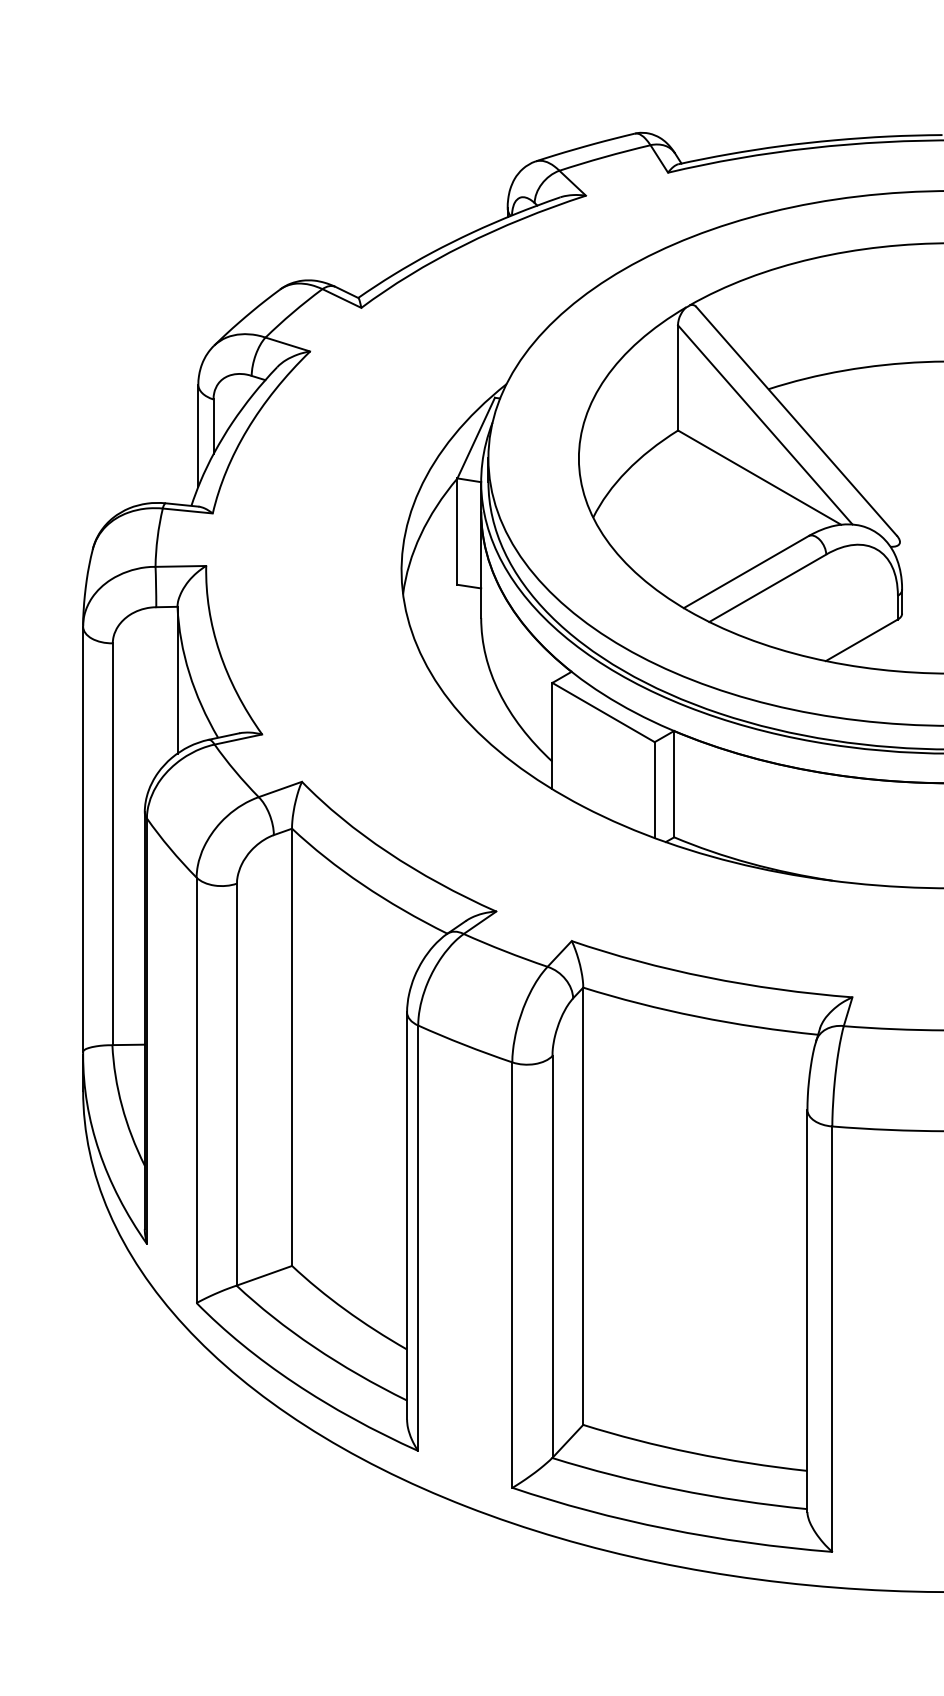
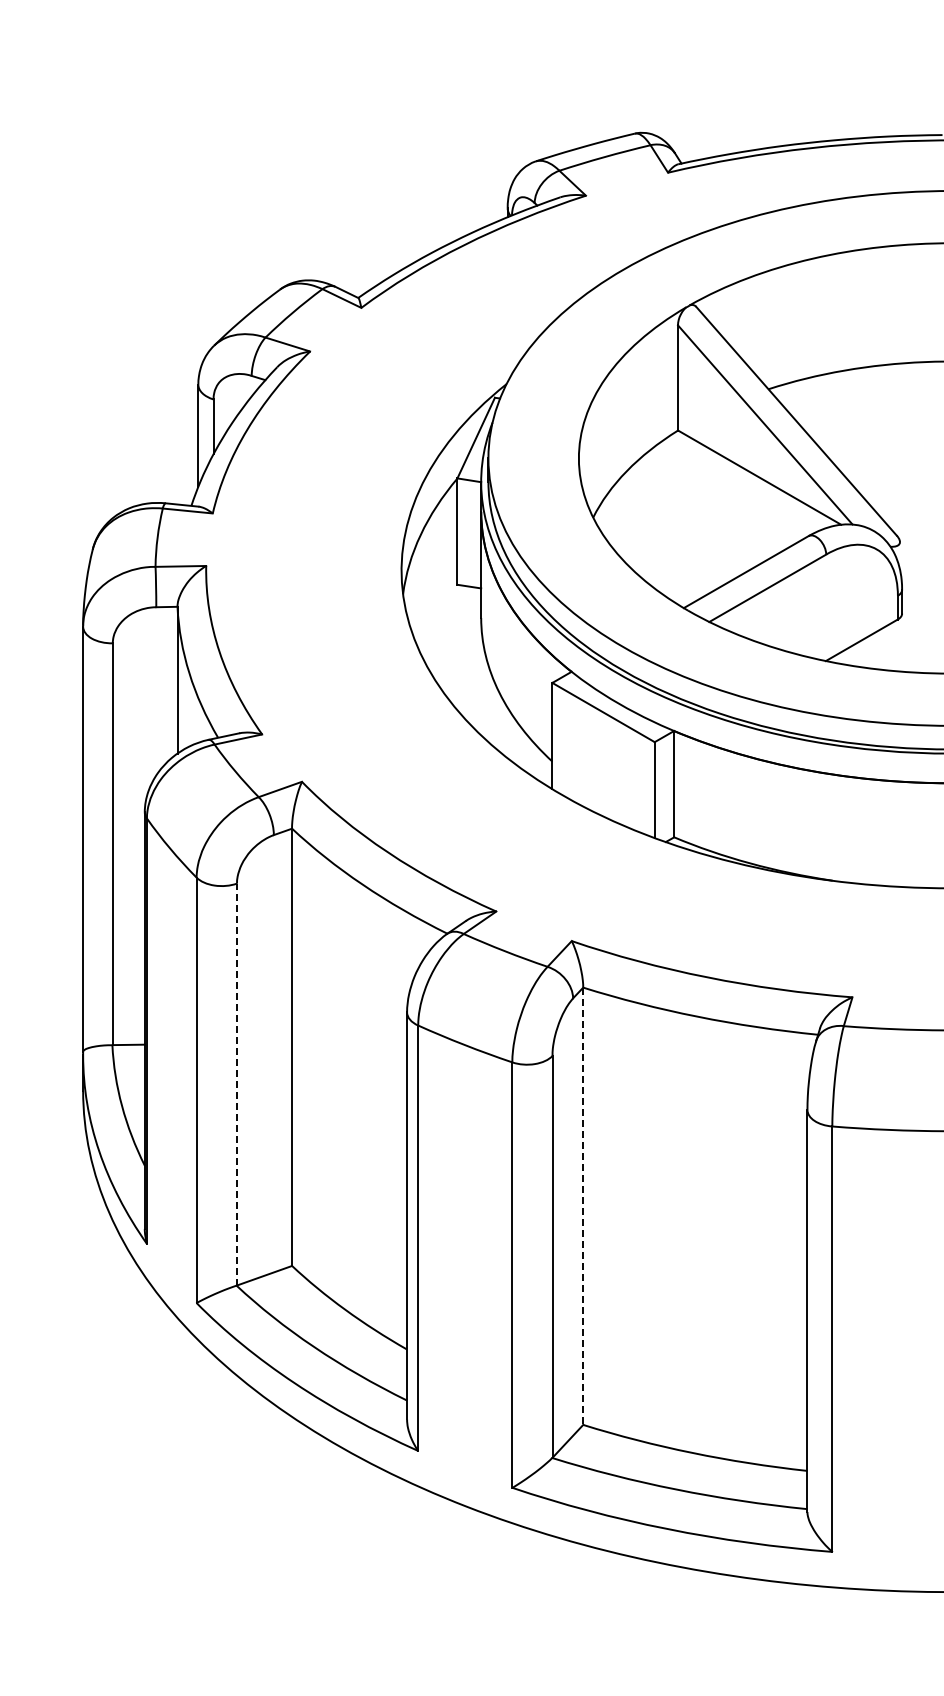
line at (237, 1084): solid -> dashed
line at (583, 1206): solid -> dashed
